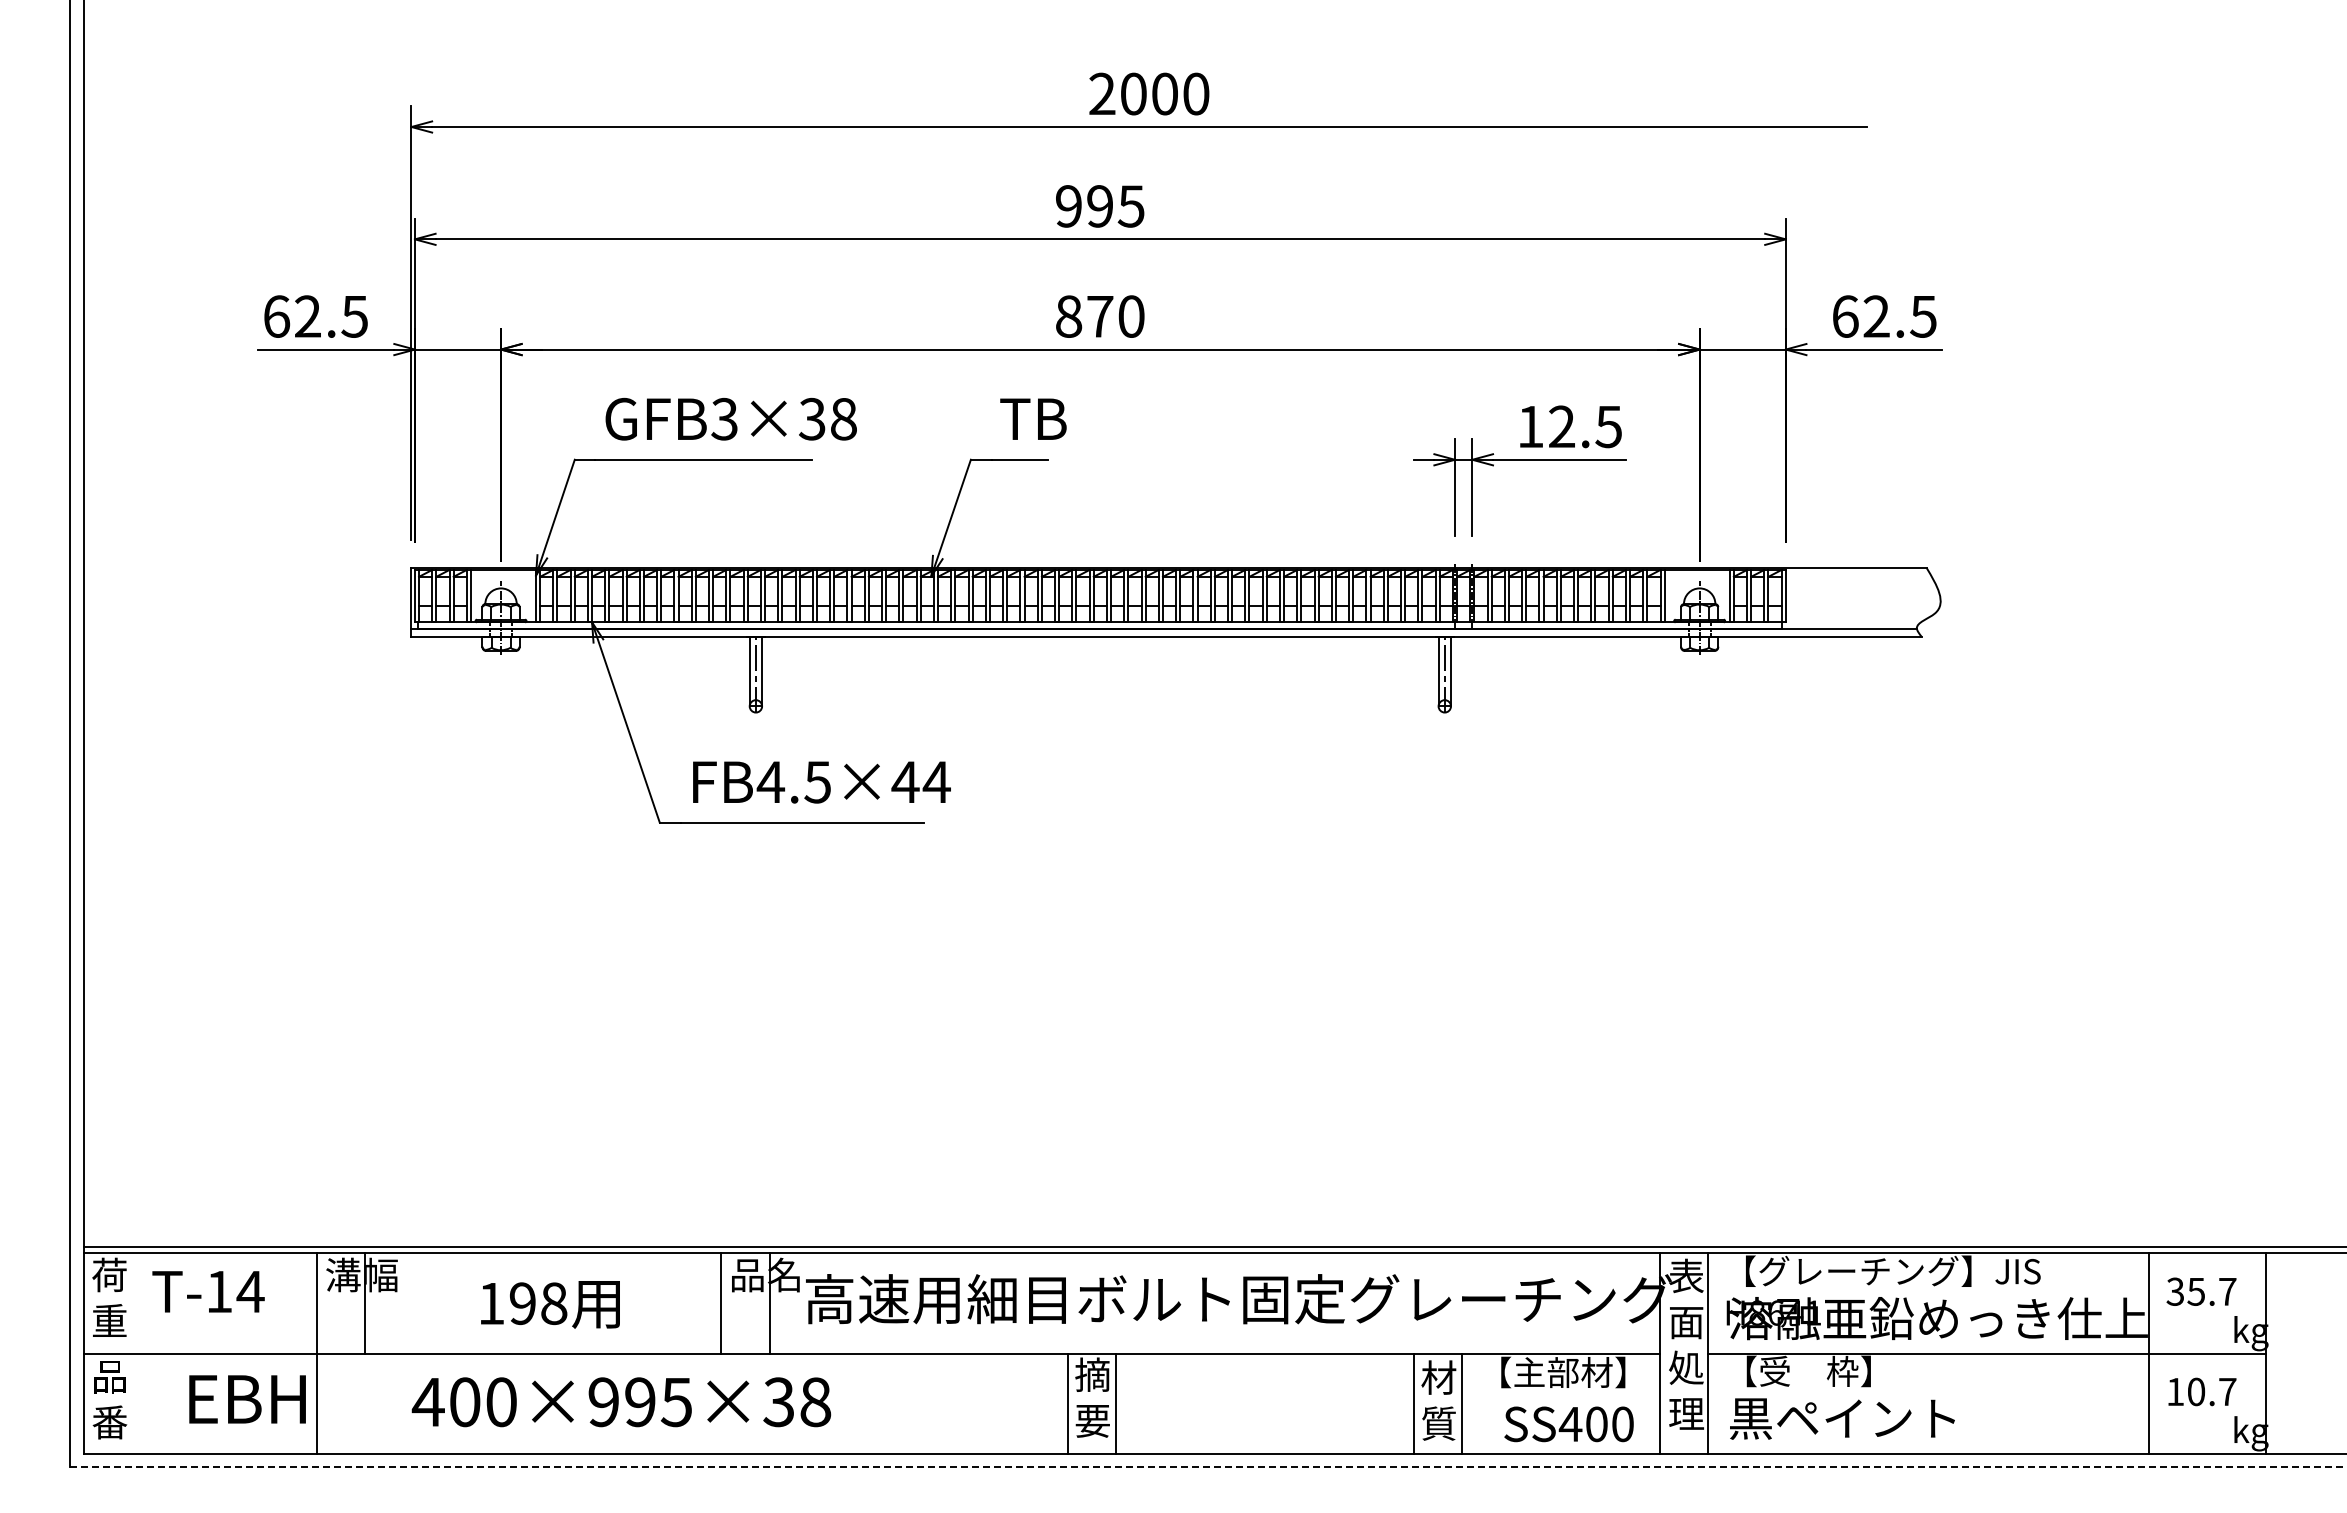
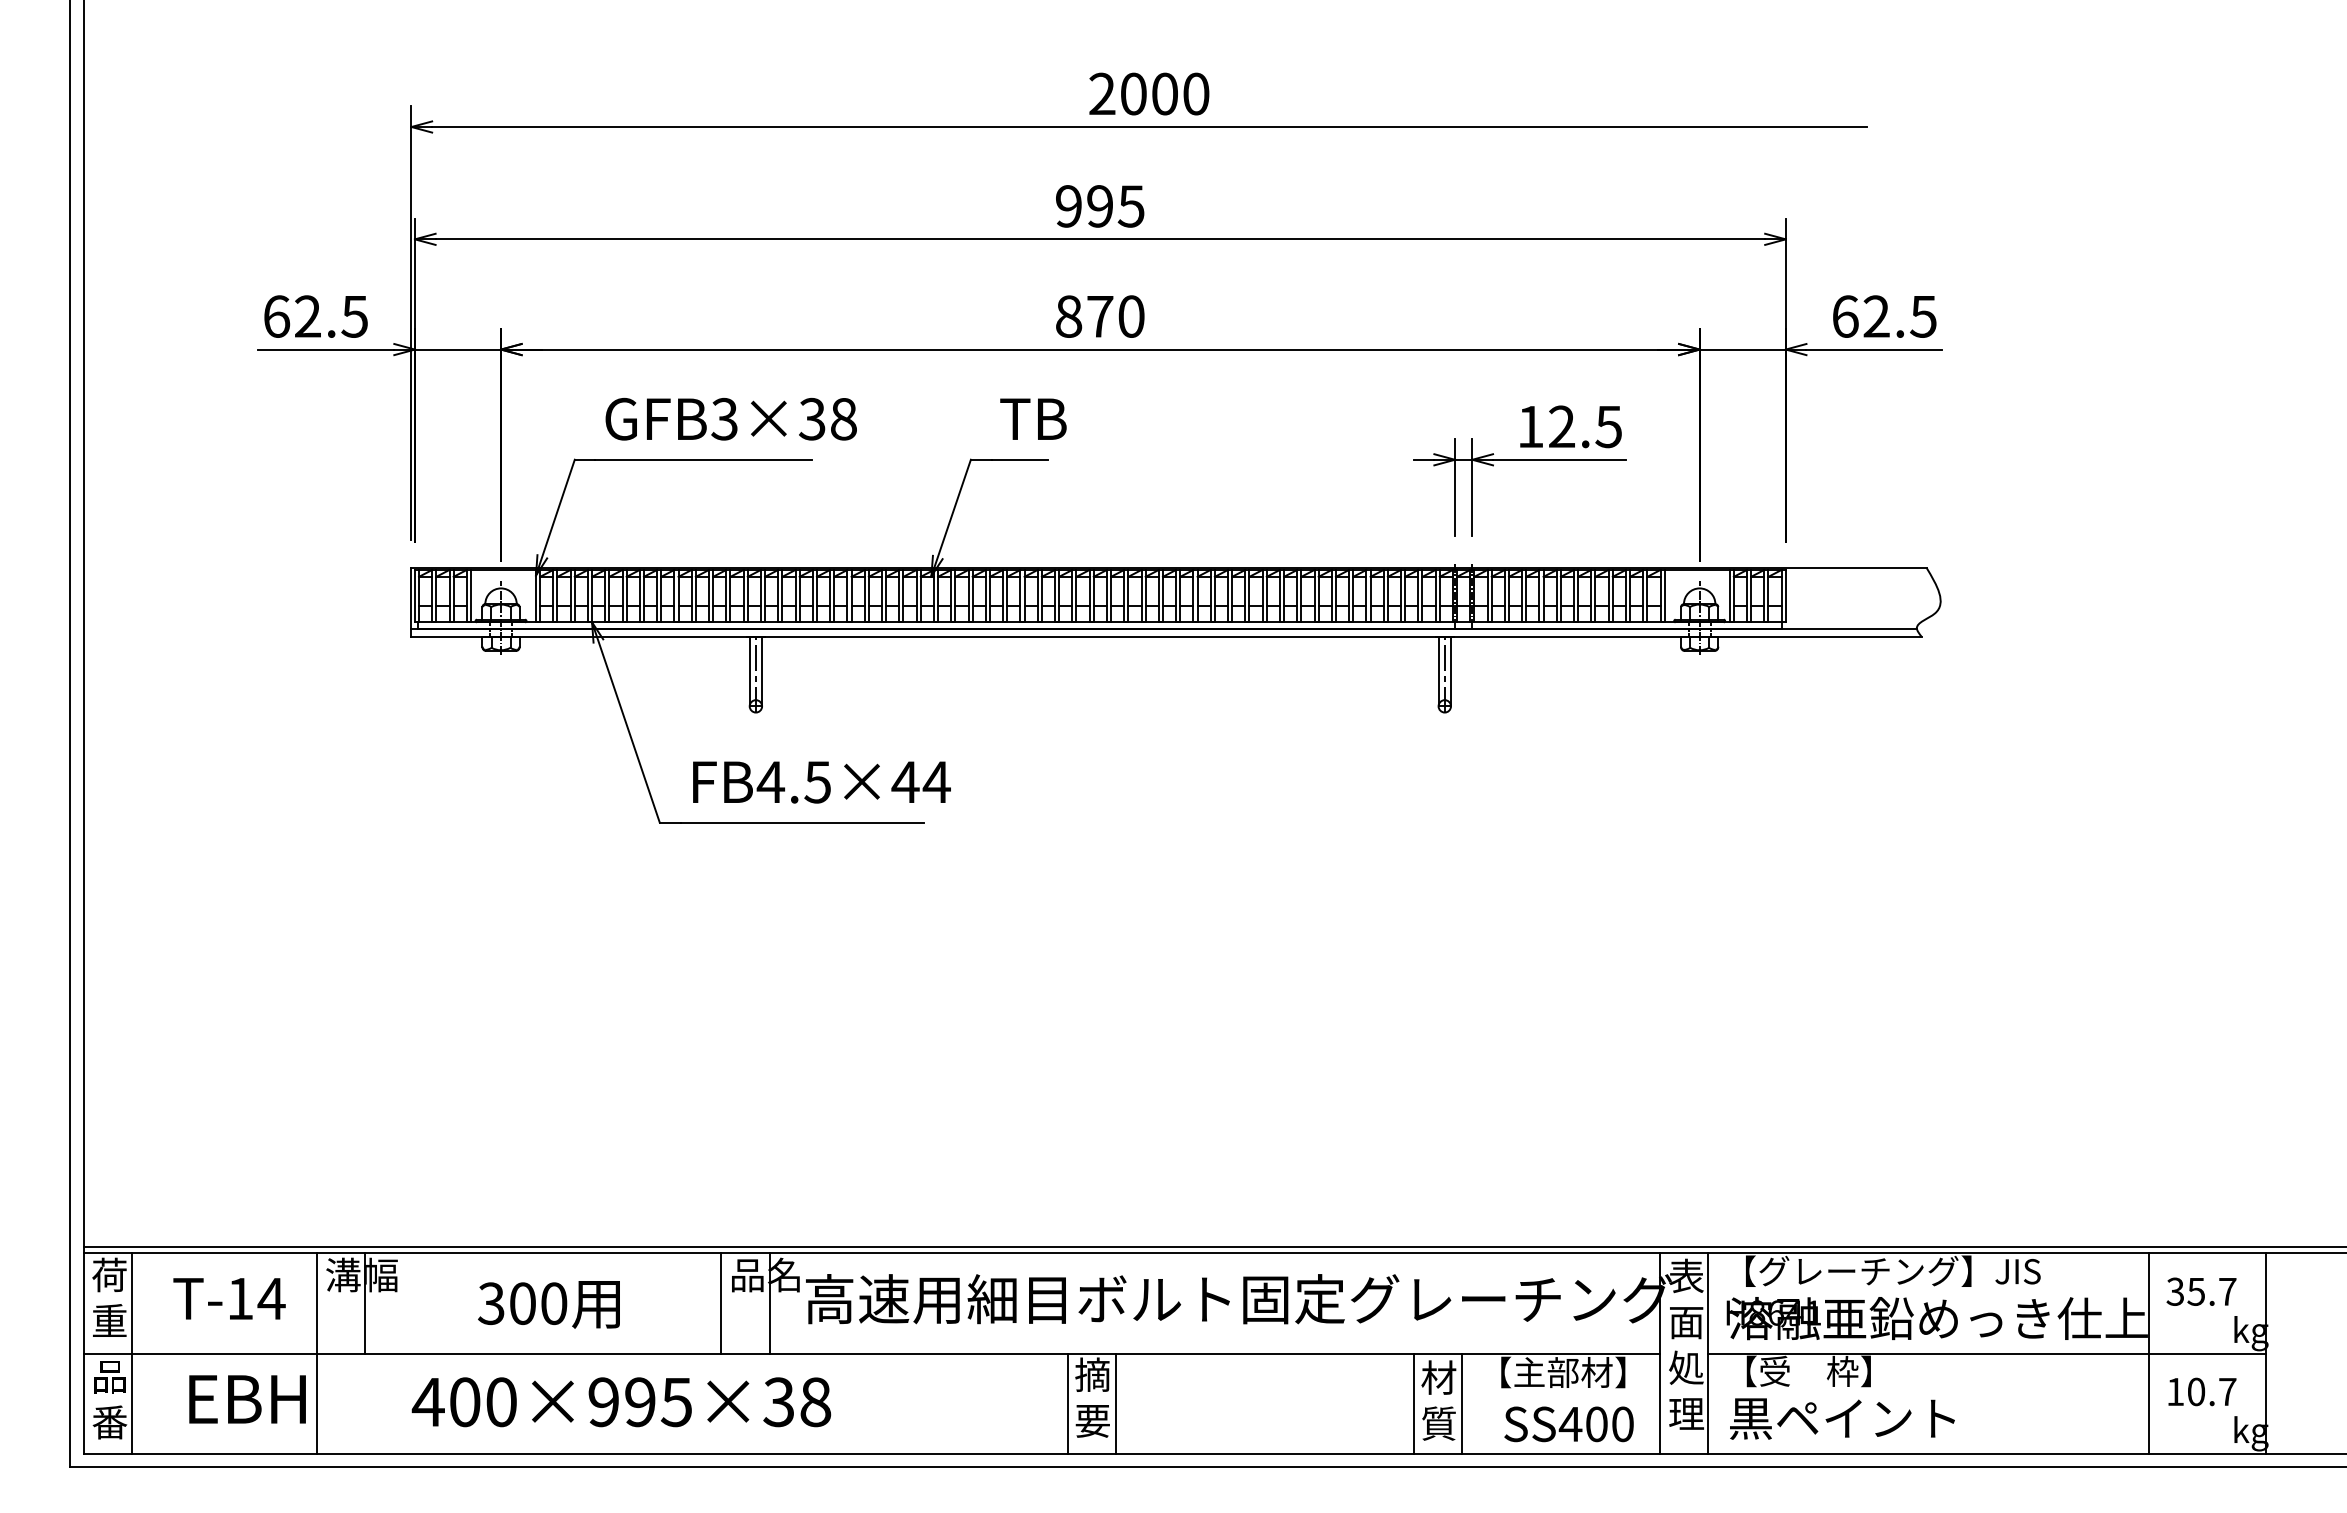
text at (208, 1291) position: (208, 1291) -> (229, 1298)
text at (522, 1303): 198 -> 300
line at (132, 1353): none -> present
line at (1209, 1467): dashed -> solid
